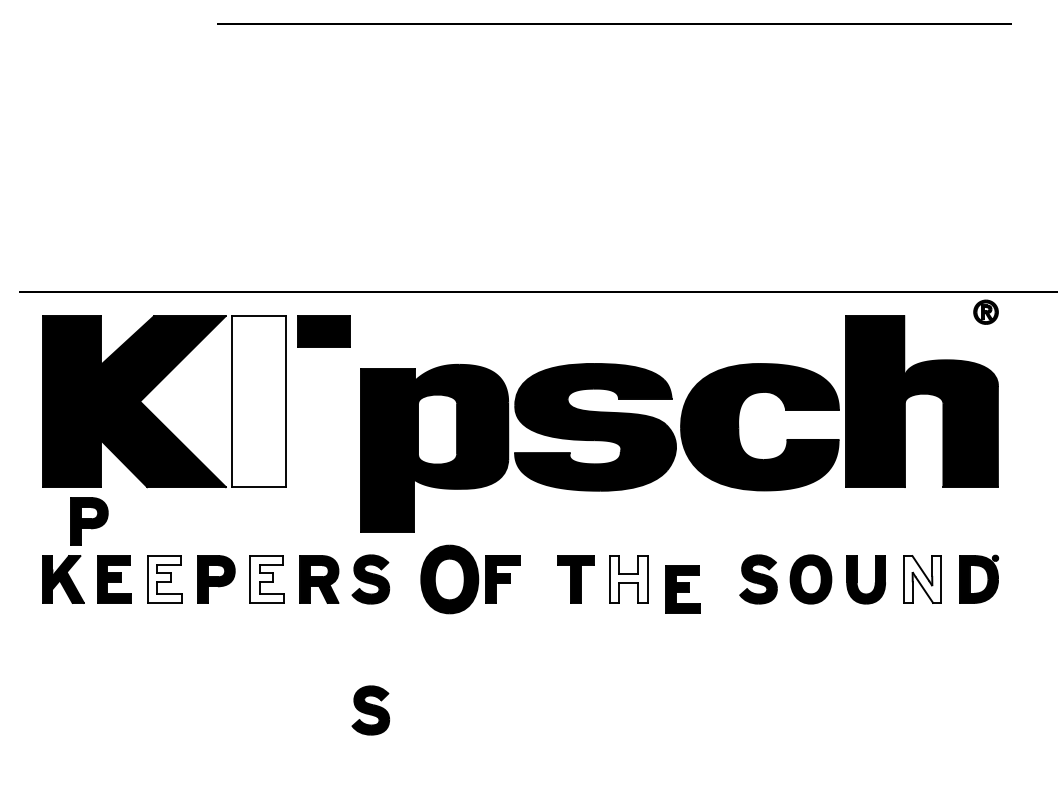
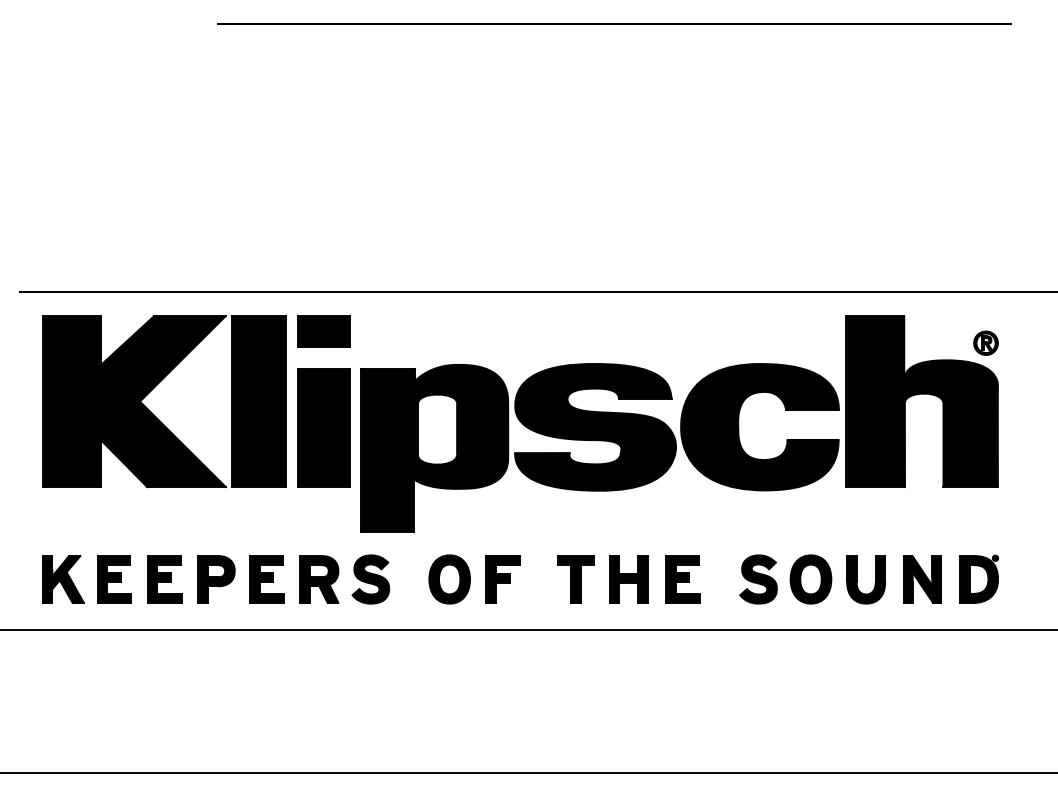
part at (985, 311) position: (985, 311) -> (985, 342)
fill at (258, 401): none -> present
part at (323, 427): none -> present
part at (89, 521): present -> none
fill at (164, 579): none -> present
fill at (266, 579): none -> present
part at (449, 579) size: 60x71 px -> 43x51 px
fill at (628, 579): none -> present
fill at (922, 579): none -> present
part at (682, 589) position: (682, 589) -> (682, 579)
line at (528, 630): none -> present
part at (370, 710): present -> none
line at (528, 773): none -> present
